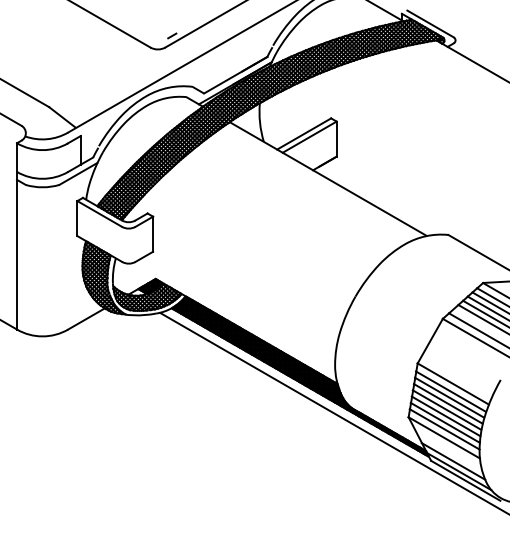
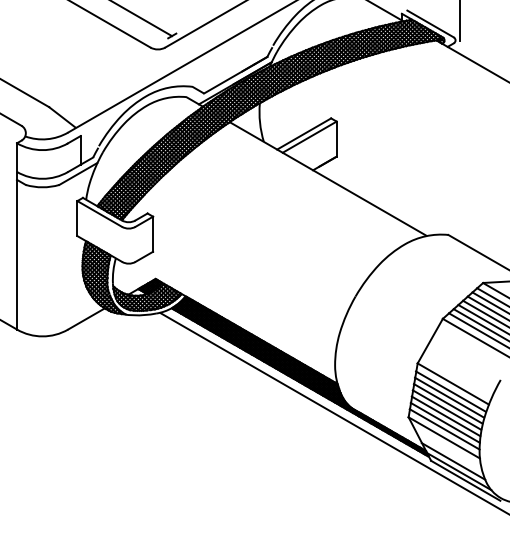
line at (142, 19): none -> present
line at (459, 21): none -> present
line at (479, 324): none -> present
